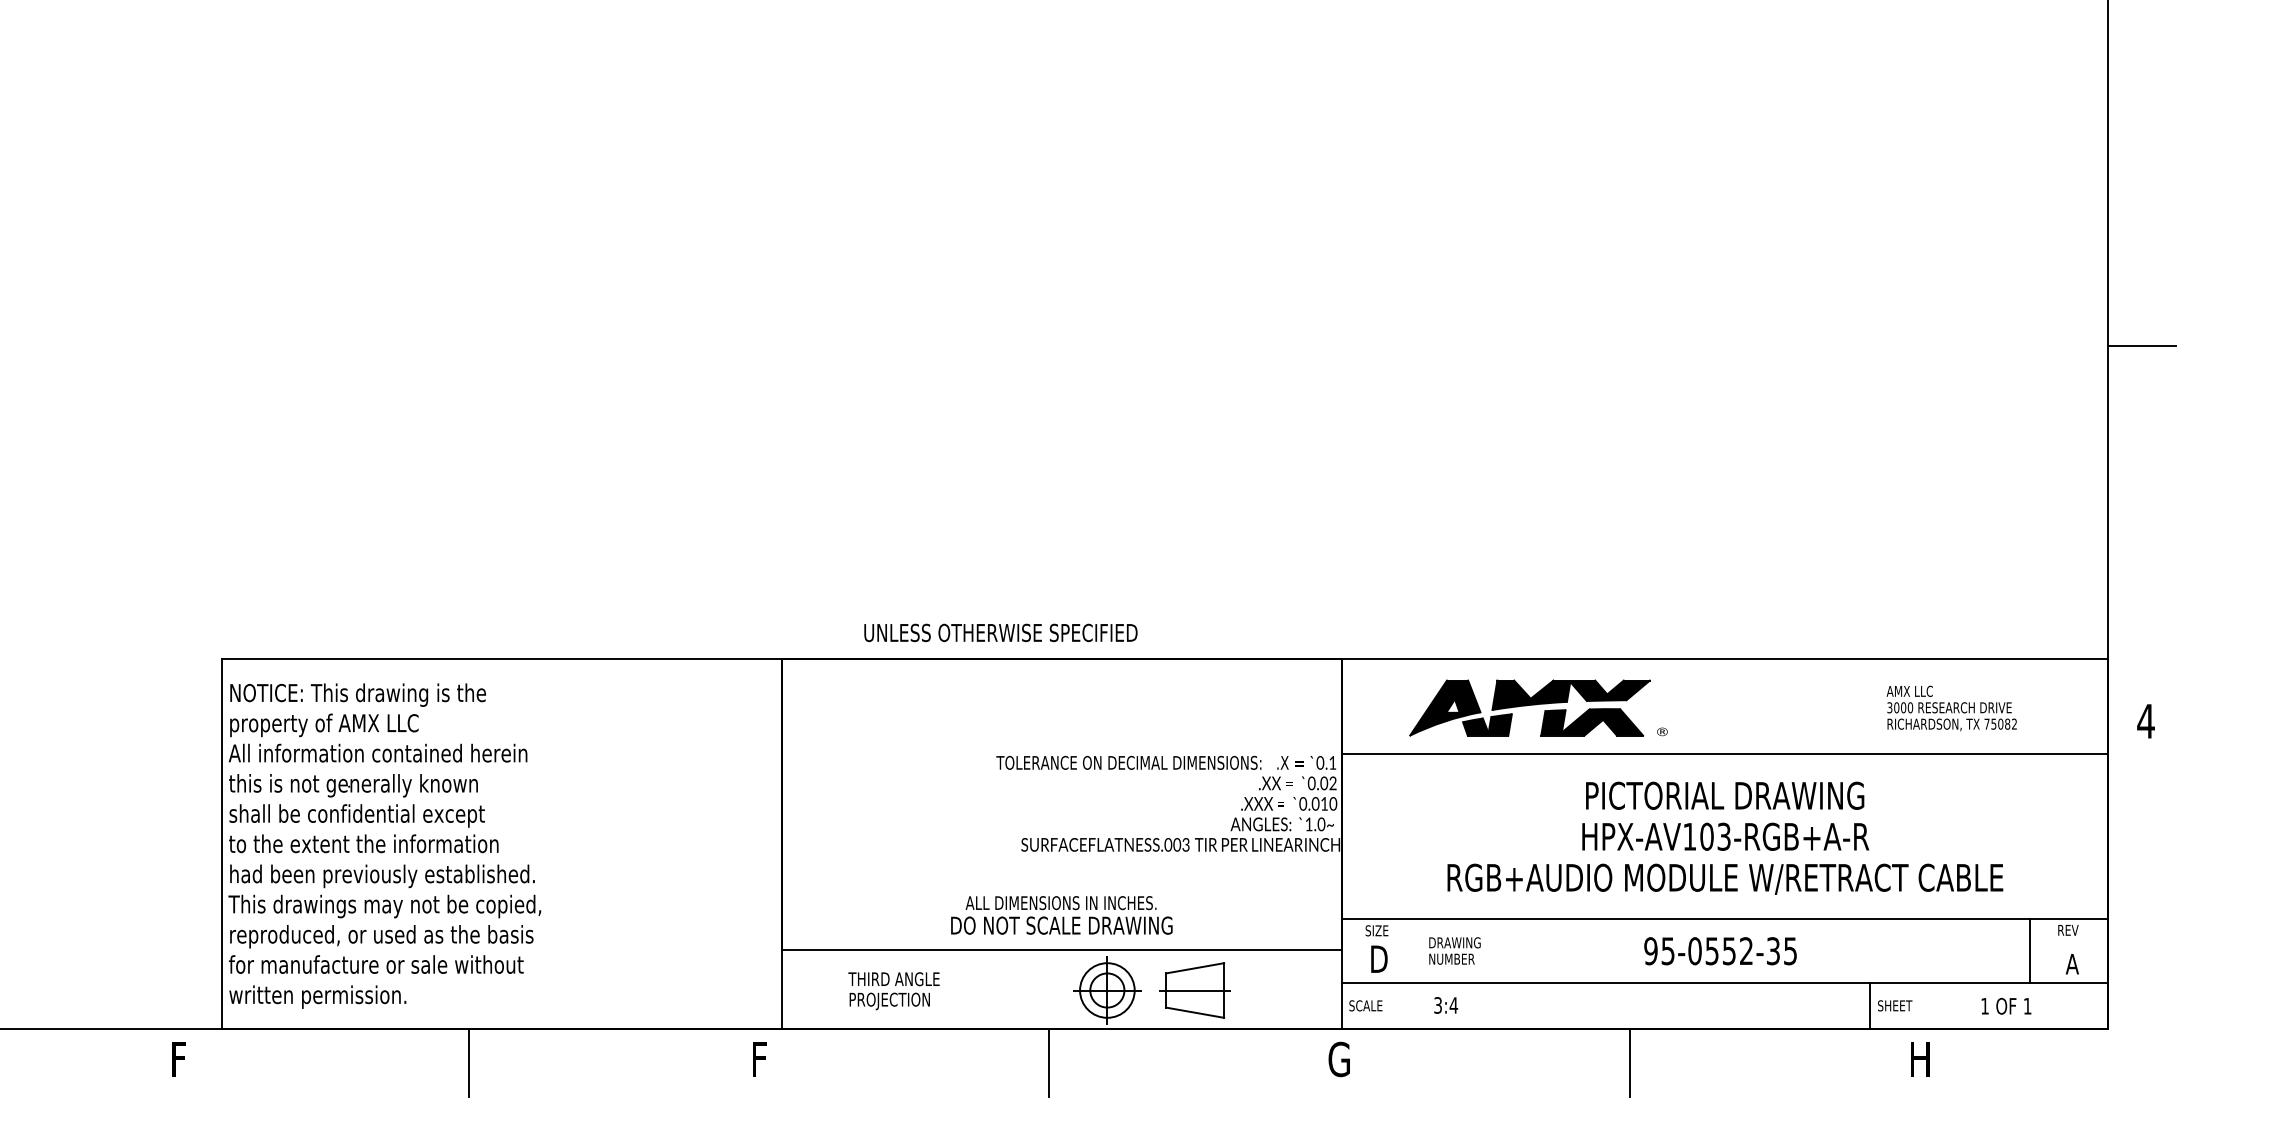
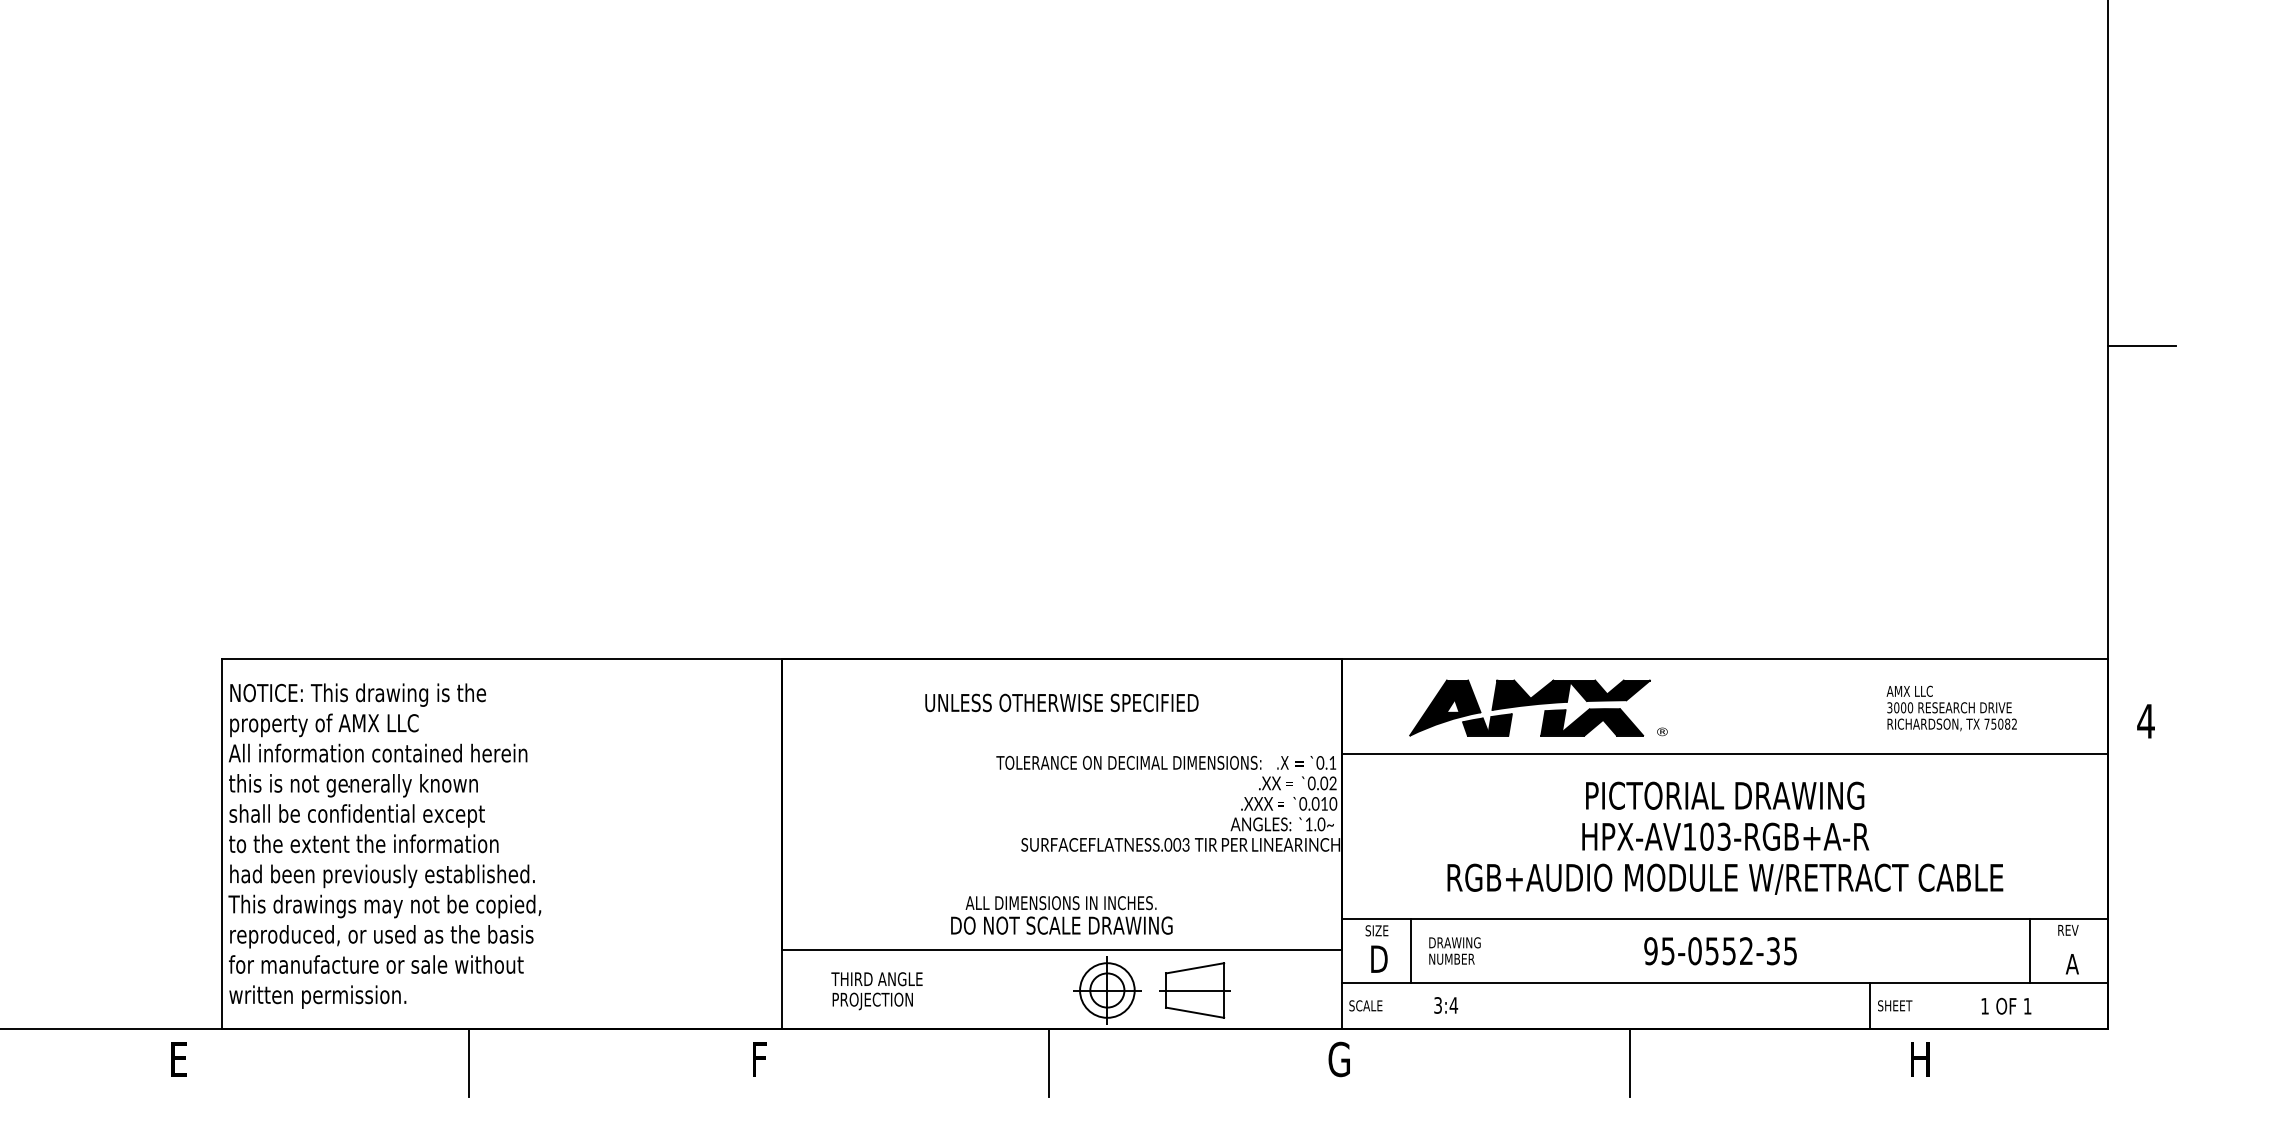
text at (1000, 632) position: (1000, 632) -> (1061, 702)
line at (1411, 950): none -> present
text at (893, 991) position: (893, 991) -> (876, 991)
text at (178, 1059): F -> E
